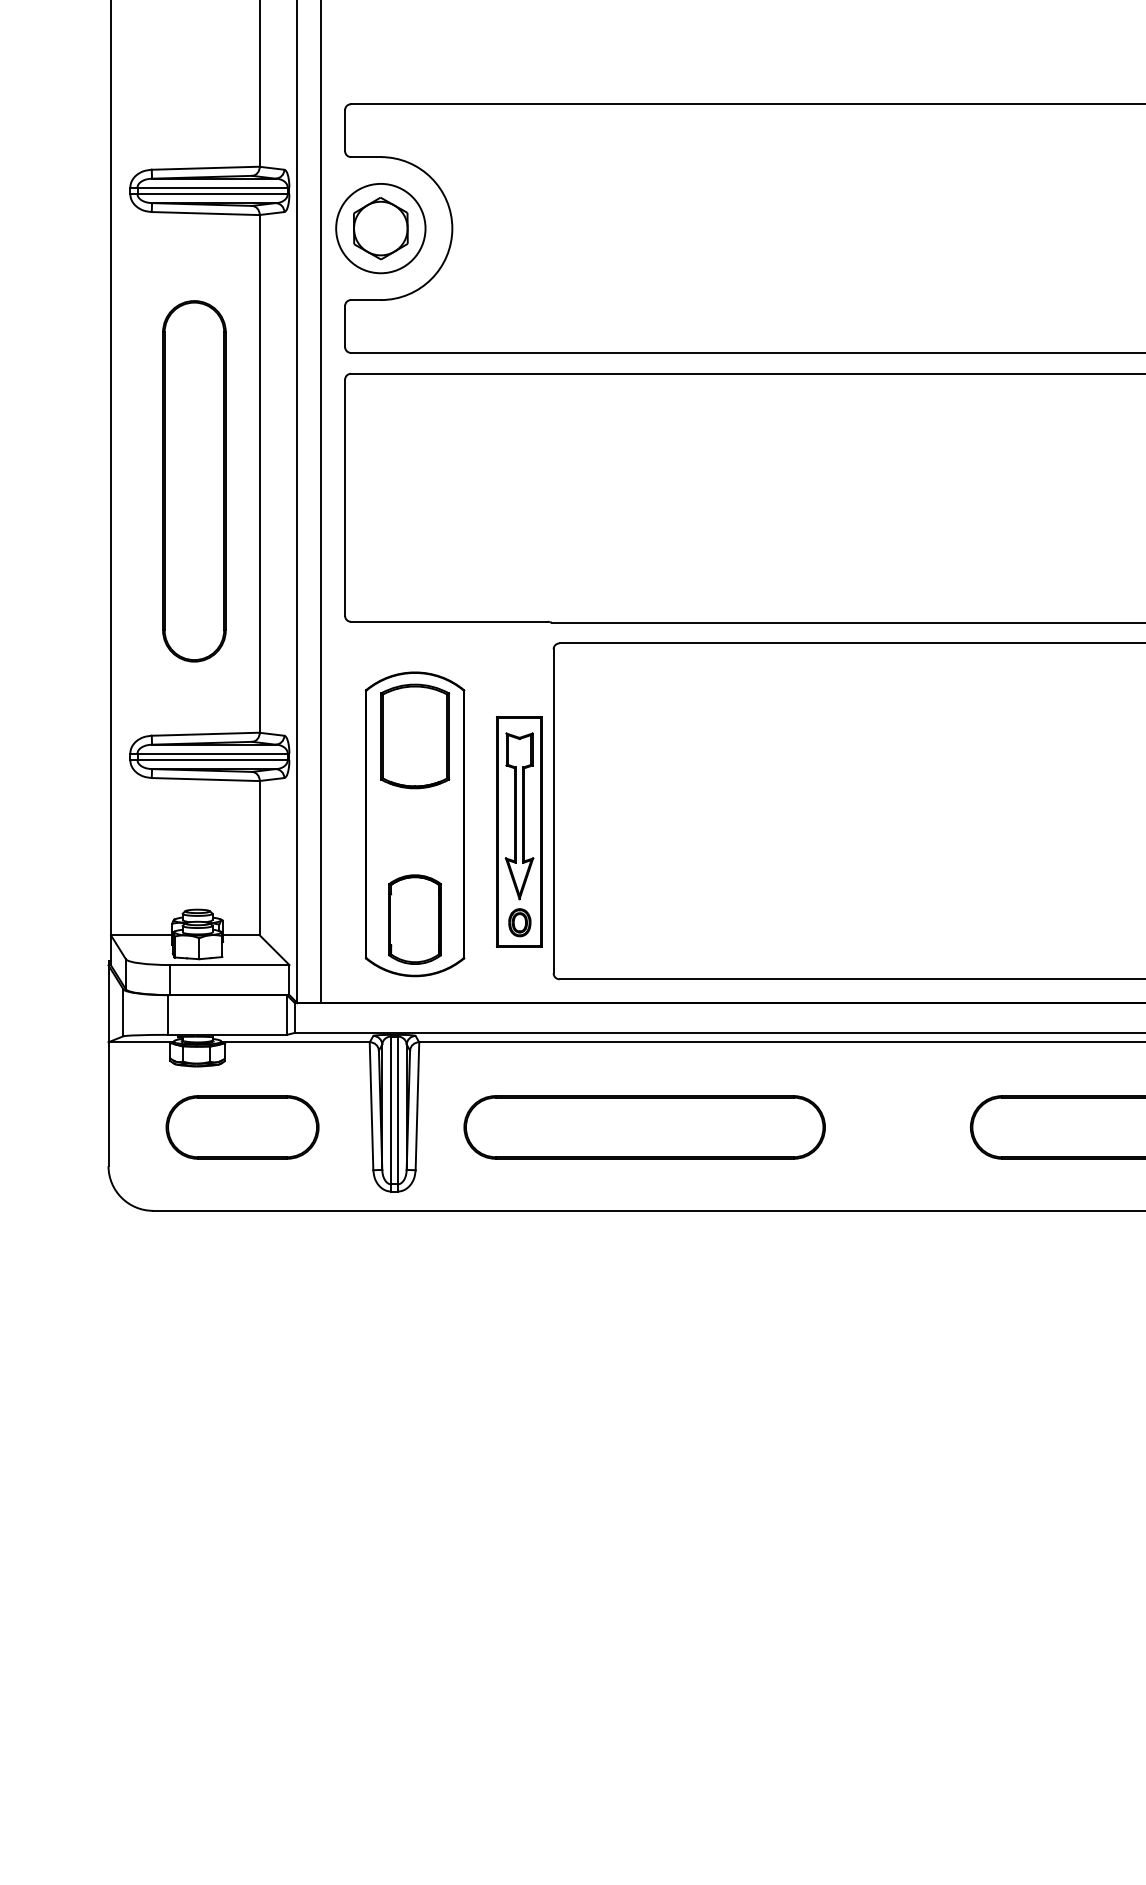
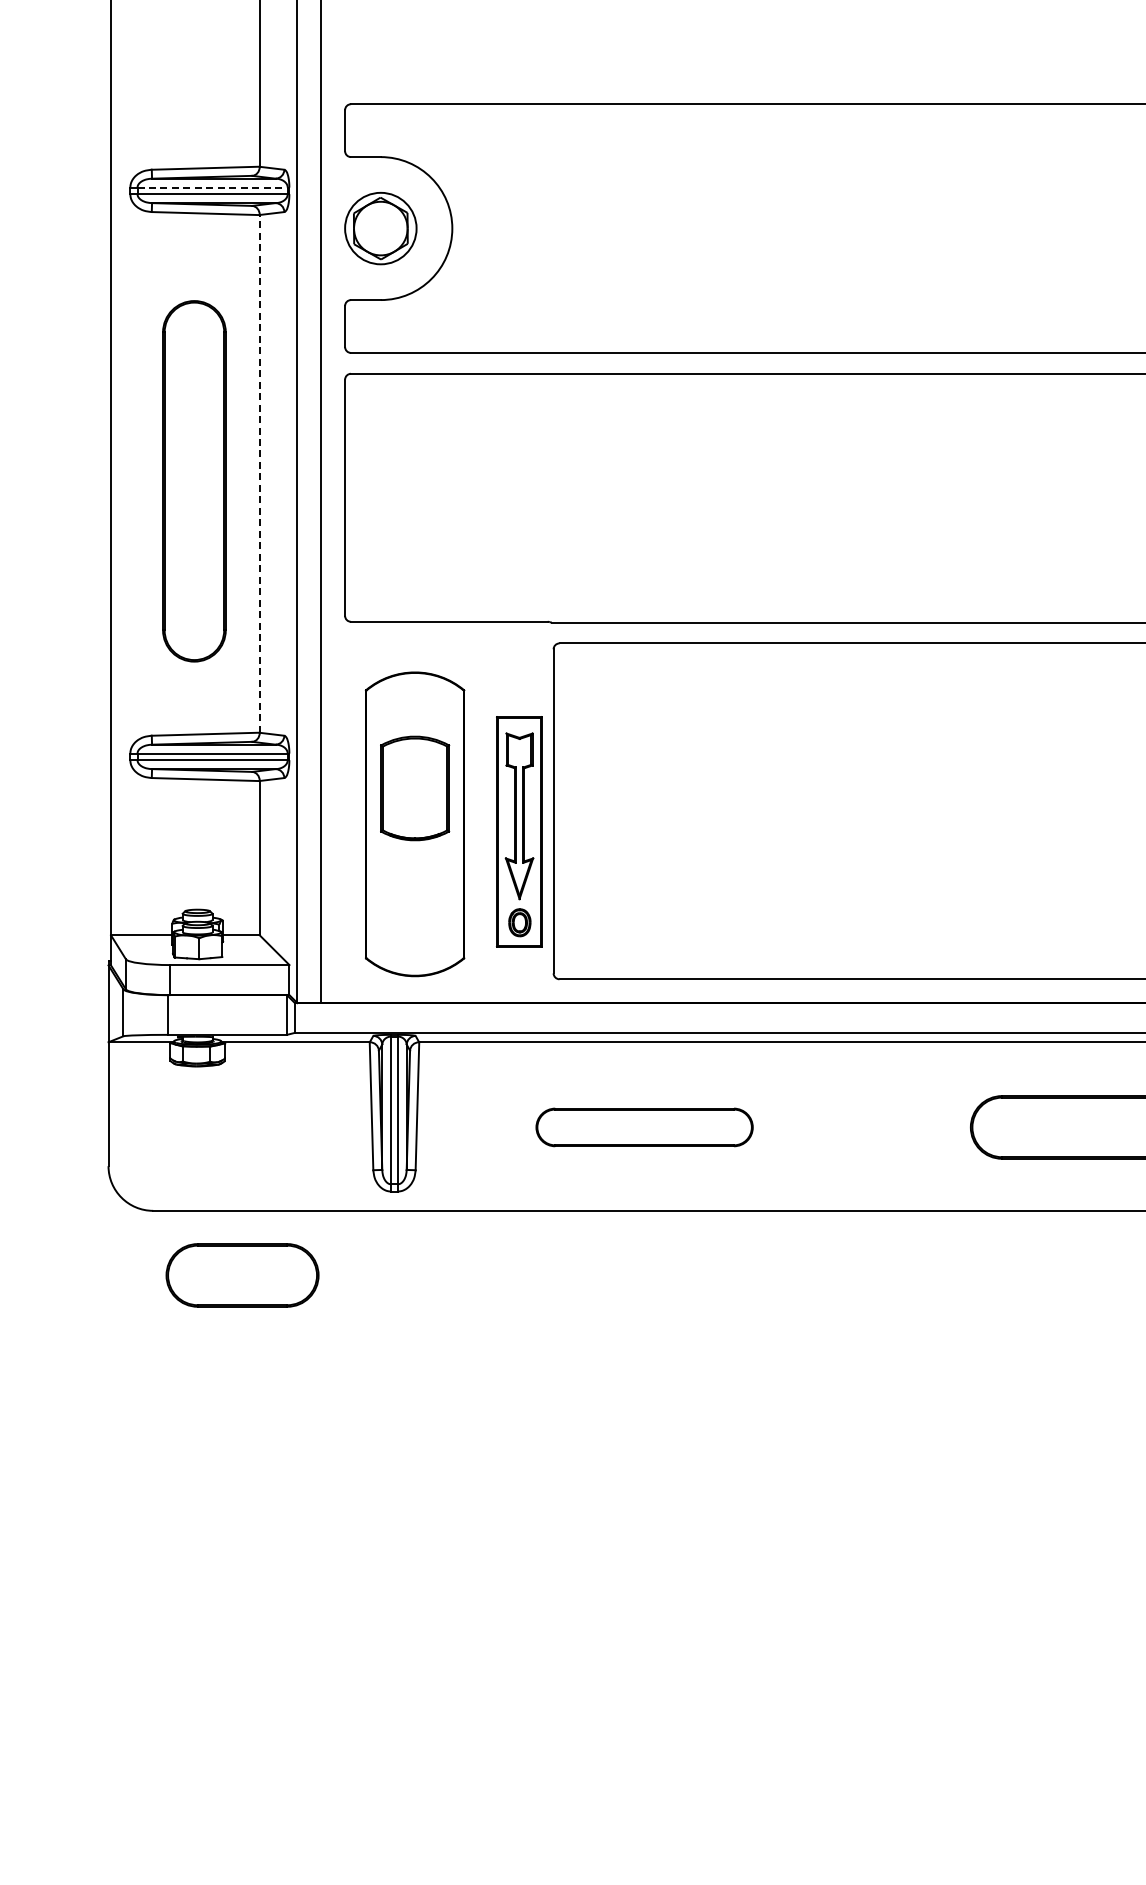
line at (213, 187): solid -> dashed
circle at (380, 228) diameter: 89 px -> 71 px
line at (259, 473): solid -> dashed
part at (415, 736) position: (415, 736) -> (415, 788)
part at (414, 919): present -> none
part at (242, 1127) position: (242, 1127) -> (242, 1275)
part at (644, 1127) size: 363x65 px -> 219x41 px
